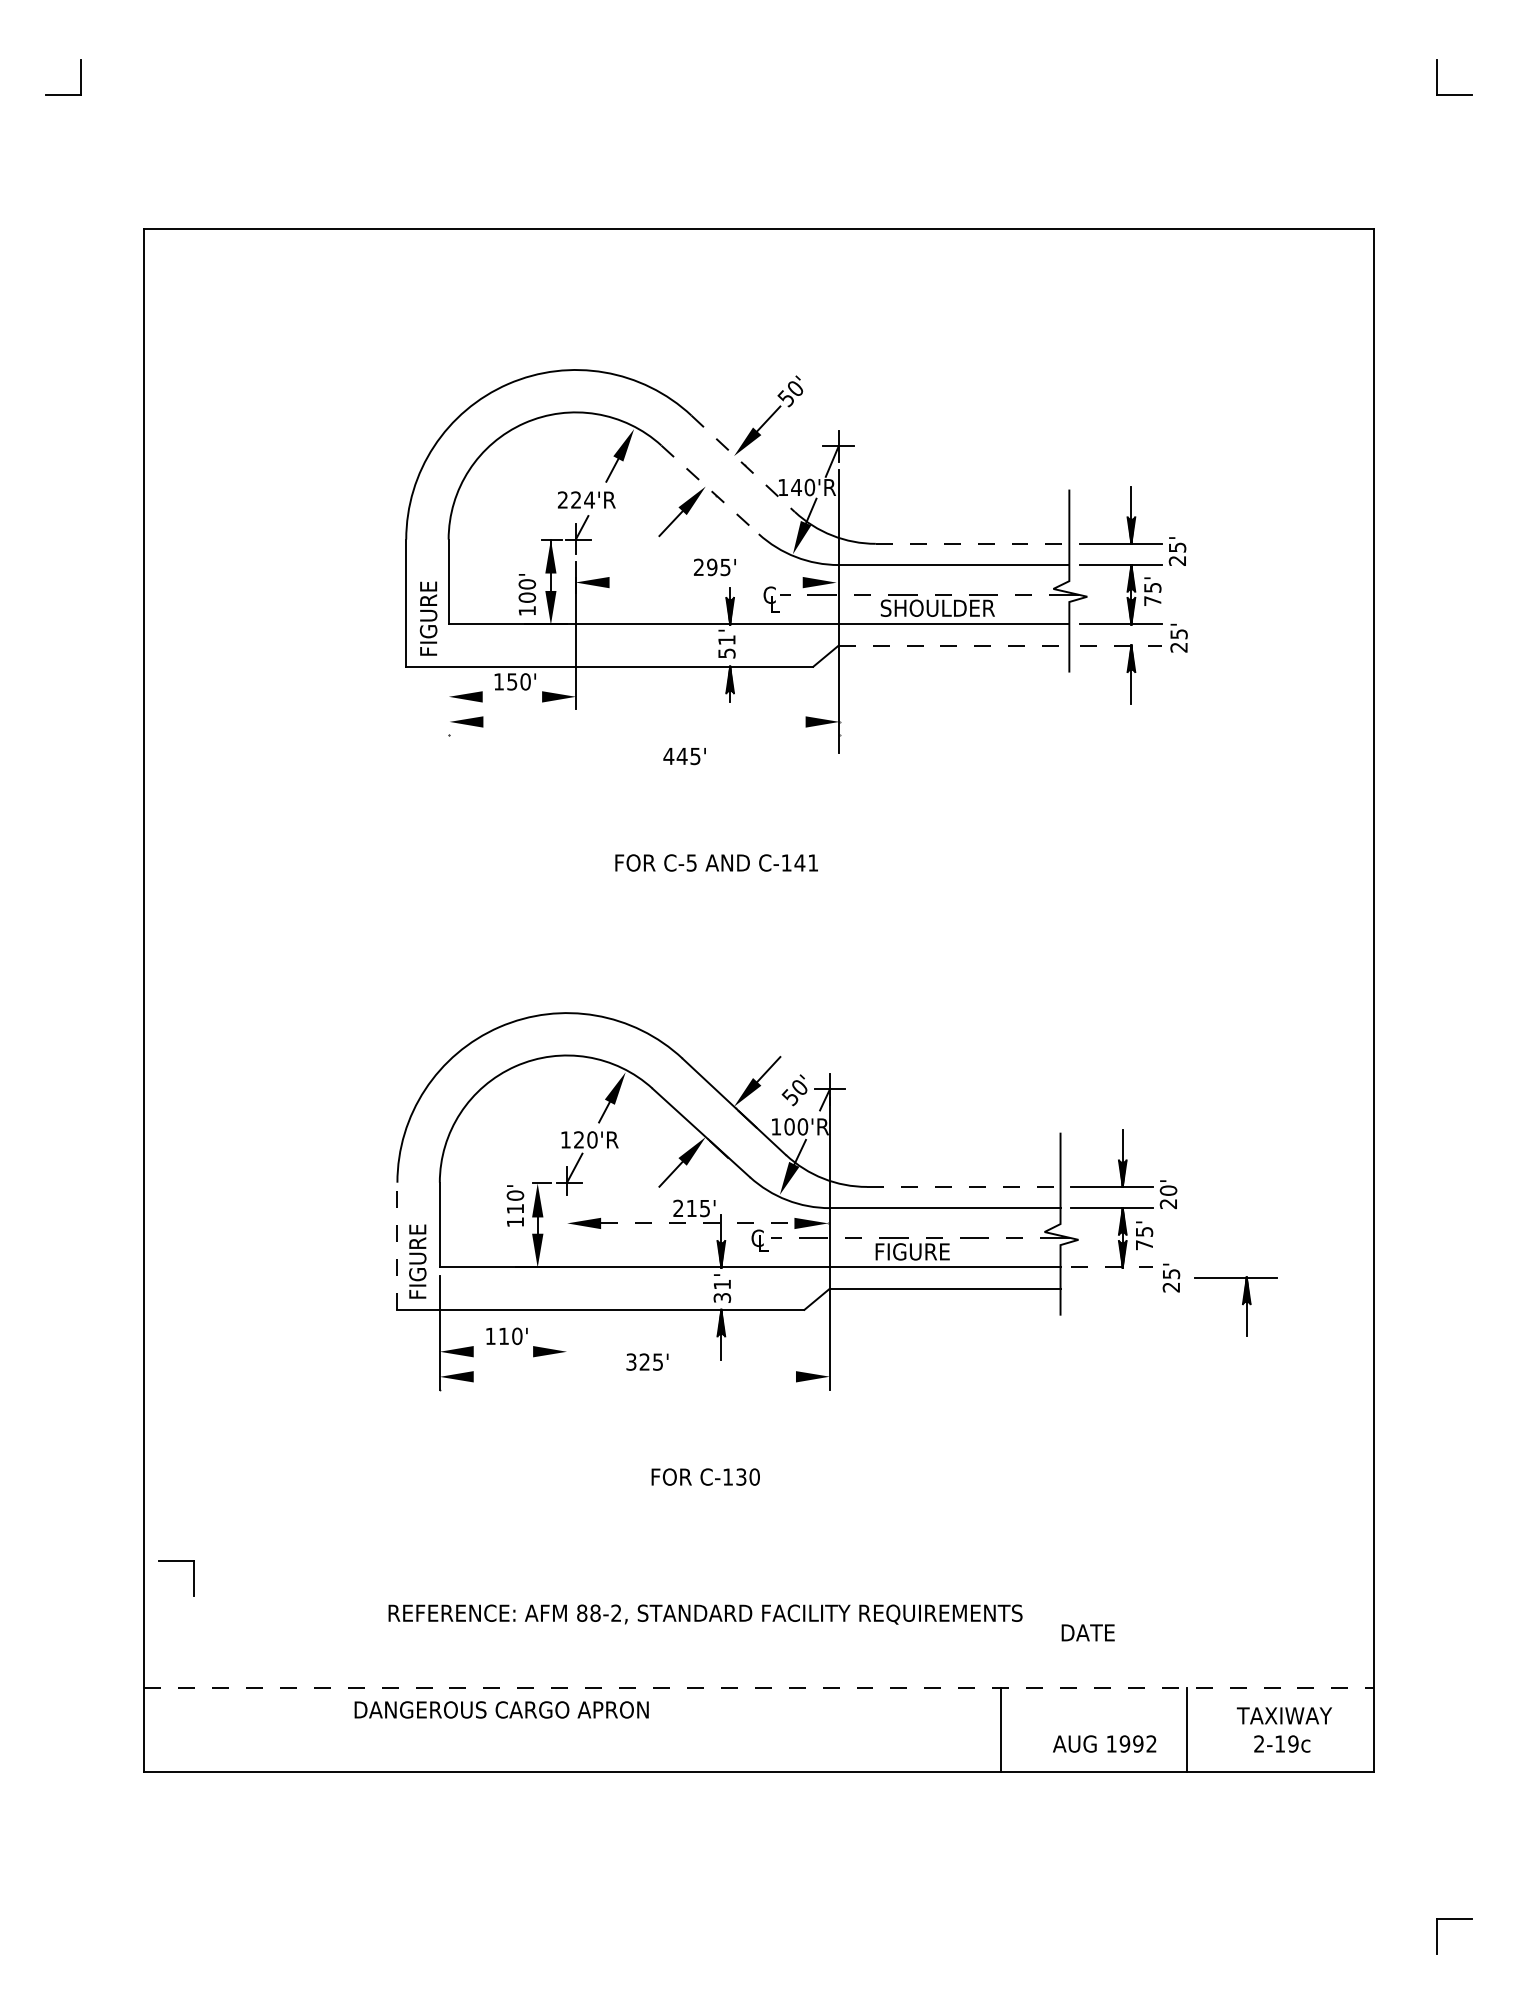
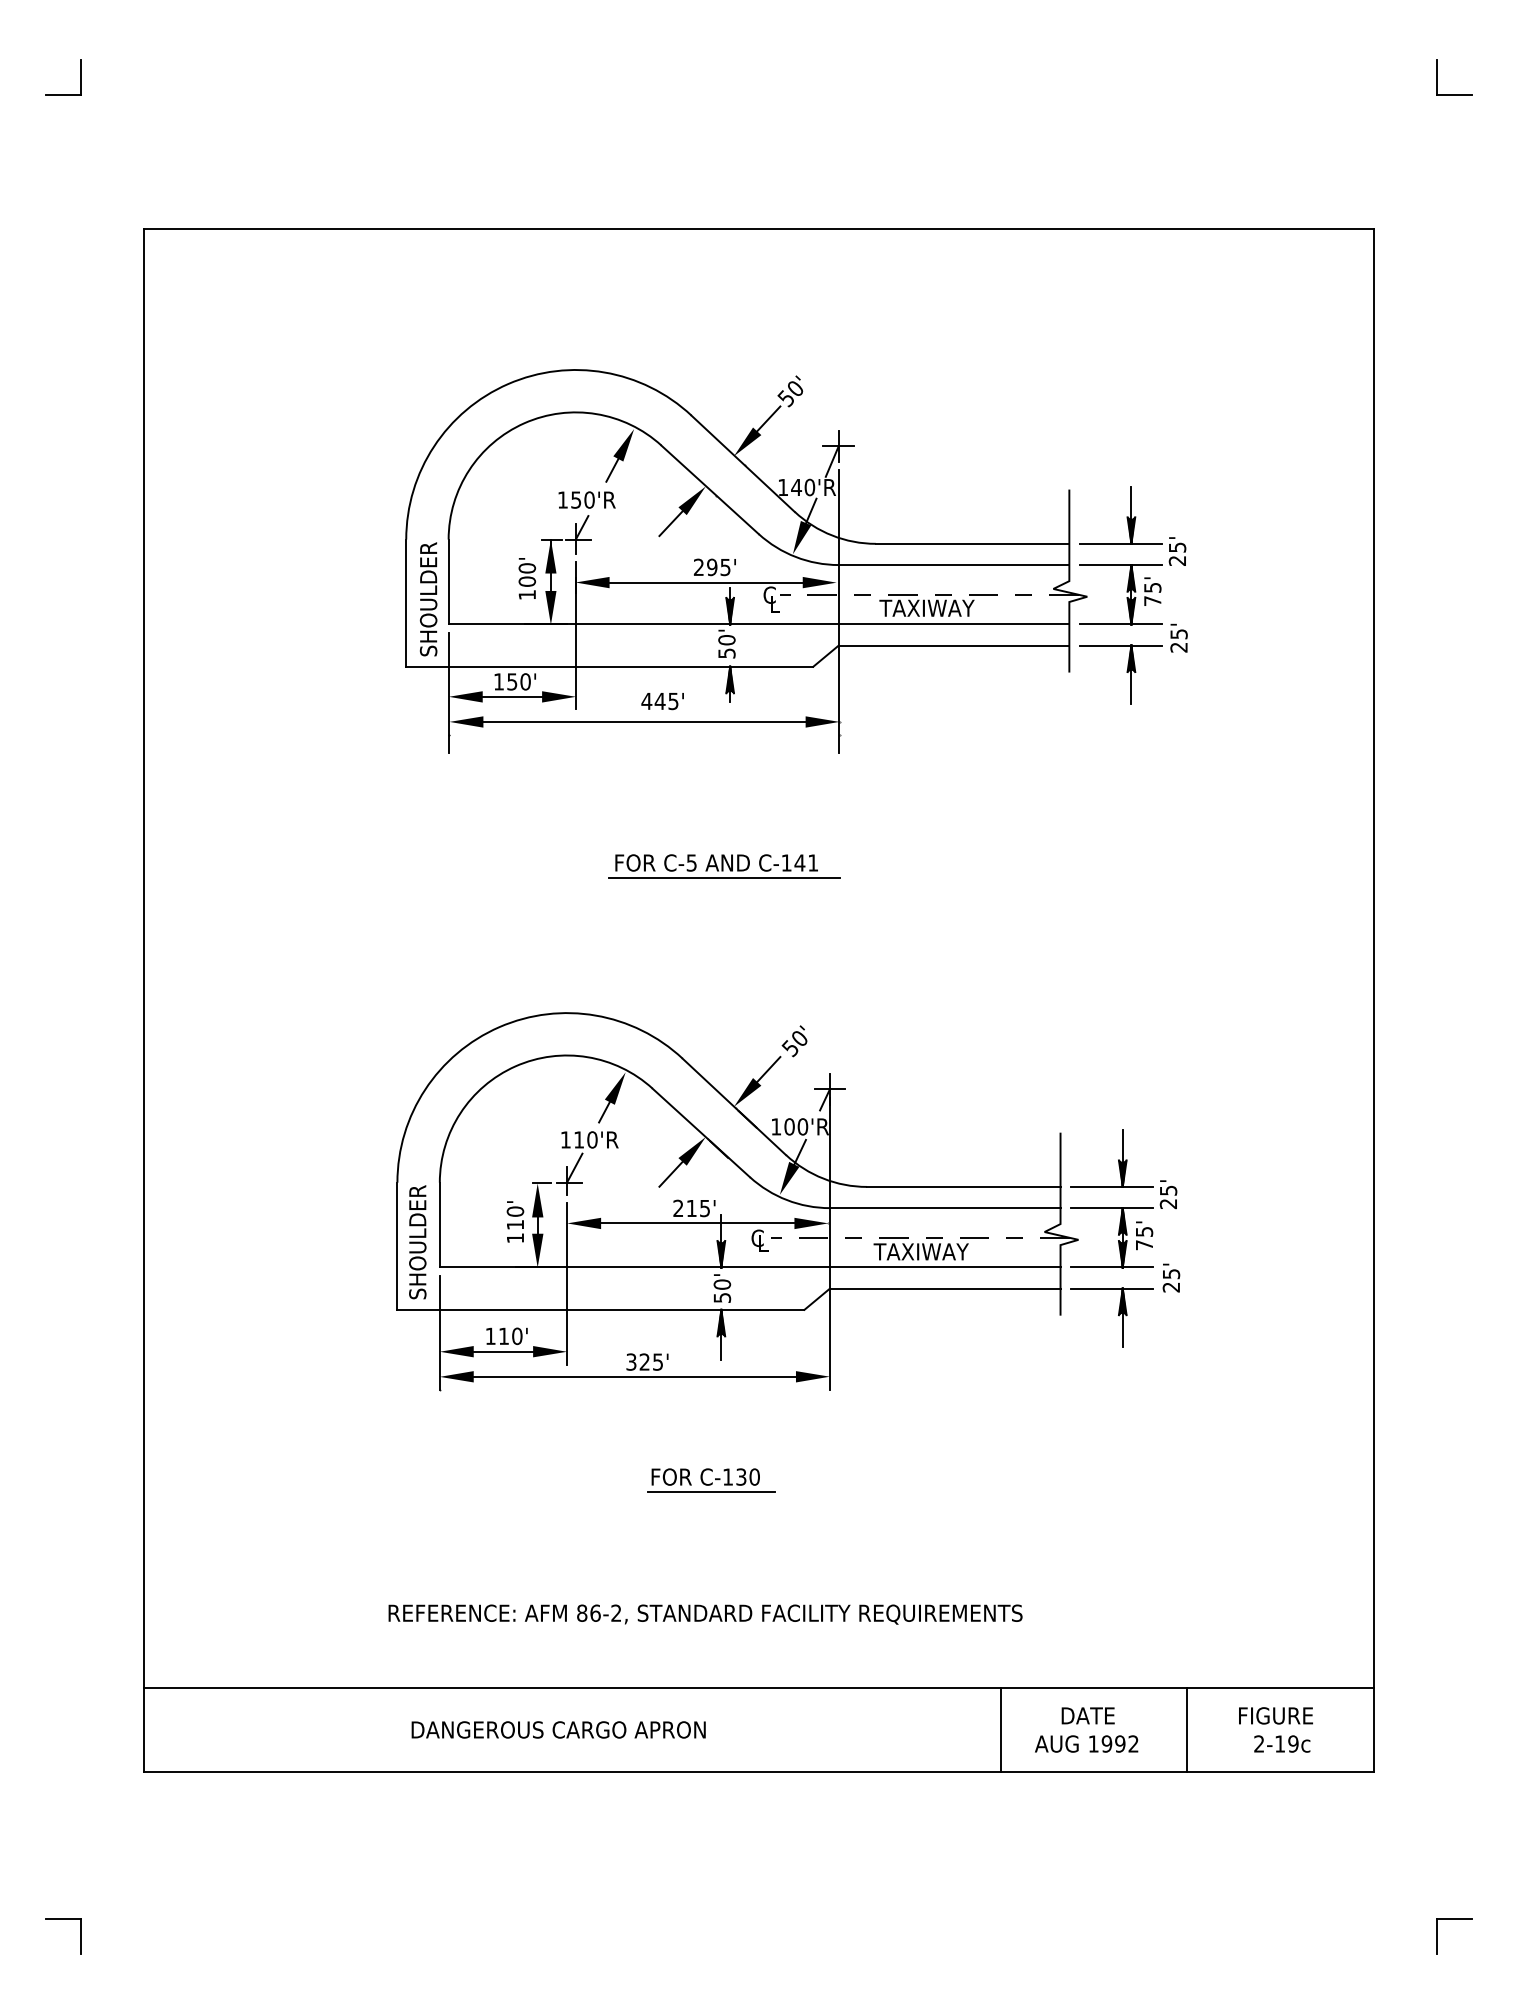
line at (743, 463): dashed -> solid
line at (710, 489): dashed -> solid
text at (576, 499): 224'R -> 150'R
line at (972, 543): dashed -> solid
line at (705, 582): none -> present
text at (526, 594) position: (526, 594) -> (526, 578)
text at (428, 599): FIGURE -> SHOULDER
text at (936, 607): SHOULDER -> TAXIWAY
text at (726, 640): 51' -> 50'
line at (954, 645): dashed -> solid
line at (1120, 645): dashed -> solid
line at (448, 692): none -> present
line at (512, 696): none -> present
line at (644, 721): none -> present
text at (684, 756) position: (684, 756) -> (662, 701)
line at (723, 878): none -> present
text at (794, 1090) position: (794, 1090) -> (794, 1041)
text at (578, 1139): 120'R -> 110'R
line at (963, 1186): dashed -> solid
text at (1168, 1190): 20' -> 25'
text at (515, 1205) position: (515, 1205) -> (515, 1221)
line at (697, 1223): dashed -> solid
text at (417, 1242): FIGURE -> SHOULDER
line at (397, 1246): dashed -> solid
text at (920, 1251): FIGURE -> TAXIWAY
line at (1112, 1267): dashed -> solid
line at (567, 1284): none -> present
text at (722, 1290): 31' -> 50'
part at (1242, 1304) position: (1242, 1304) -> (1118, 1315)
line at (503, 1351): none -> present
line at (634, 1376): none -> present
line at (711, 1492): none -> present
part at (176, 1561) position: (176, 1561) -> (63, 1919)
text at (595, 1612): 88-2, -> 86-2,
text at (1087, 1632) position: (1087, 1632) -> (1087, 1715)
line at (759, 1687): dashed -> solid
text at (501, 1709) position: (501, 1709) -> (558, 1729)
text at (1284, 1715): TAXIWAY -> FIGURE
text at (1104, 1743) position: (1104, 1743) -> (1086, 1743)
